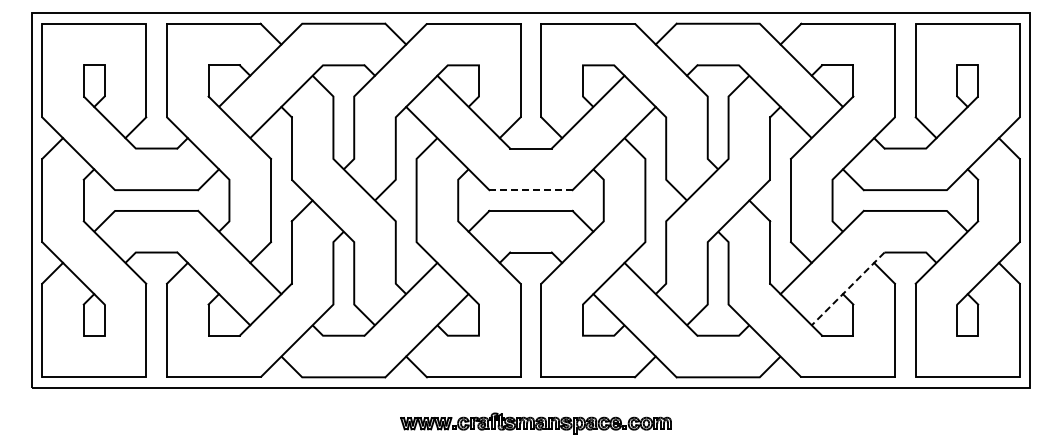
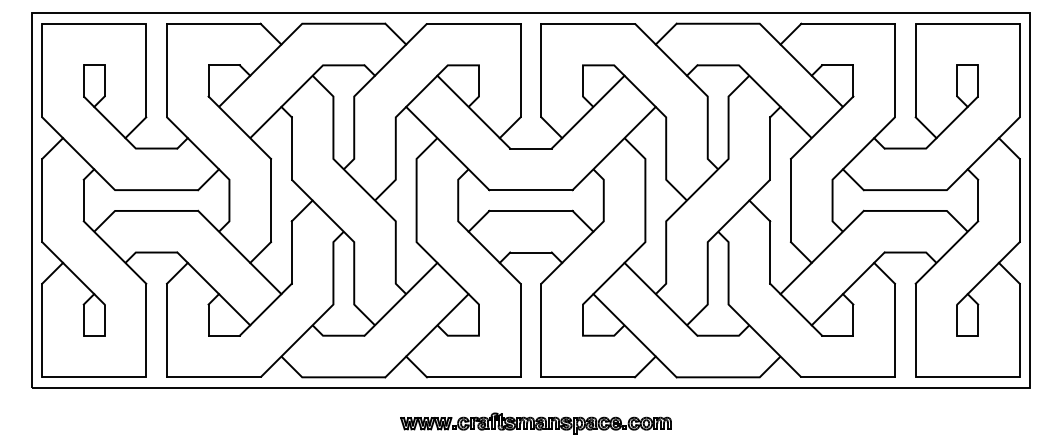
line at (531, 190): dashed -> solid
line at (847, 289): dashed -> solid
